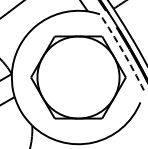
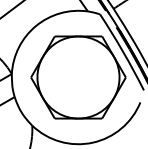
arc at (123, 51): dashed -> solid
